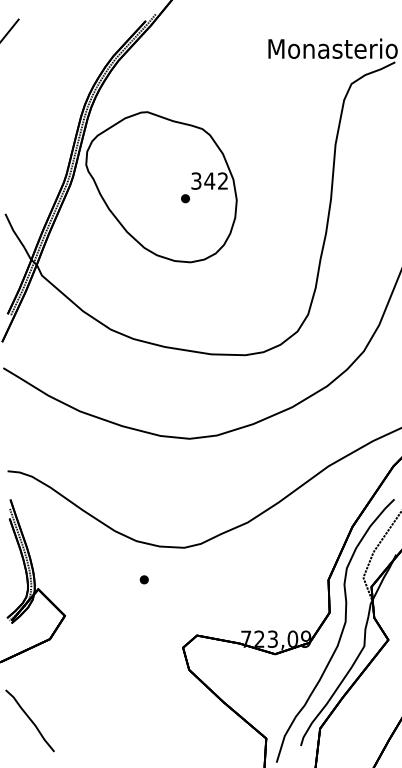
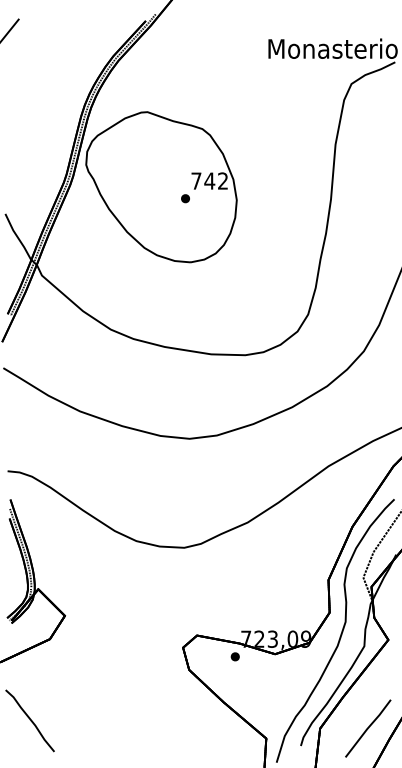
text at (196, 180): 342 -> 742
part at (143, 579) position: (143, 579) -> (234, 656)
line at (368, 728): none -> present
